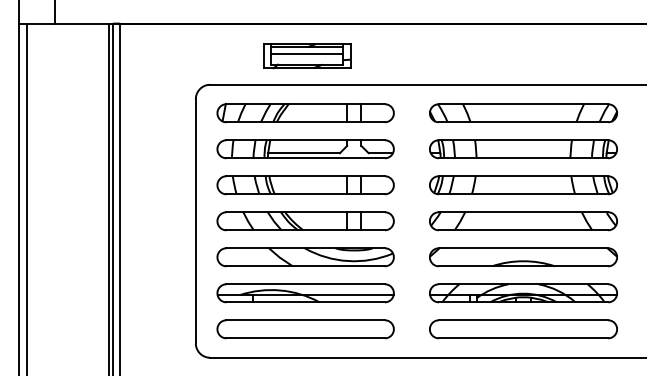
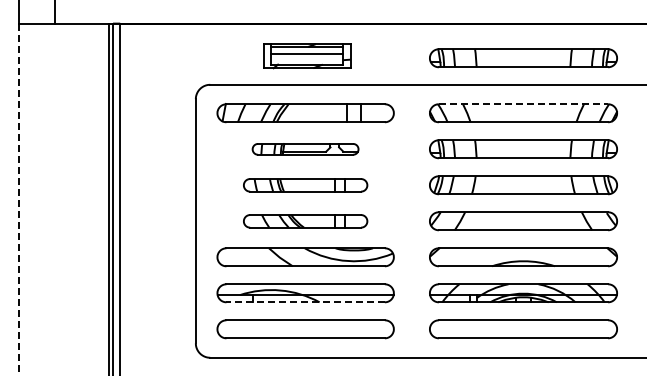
part at (523, 58): none -> present
line at (523, 104): solid -> dashed
part at (305, 149) size: 179x21 px -> 109x13 px
part at (305, 185) size: 179x21 px -> 126x15 px
line at (26, 197): present -> none
line at (19, 199): solid -> dashed
part at (305, 221) size: 179x21 px -> 126x15 px
line at (305, 302): solid -> dashed
